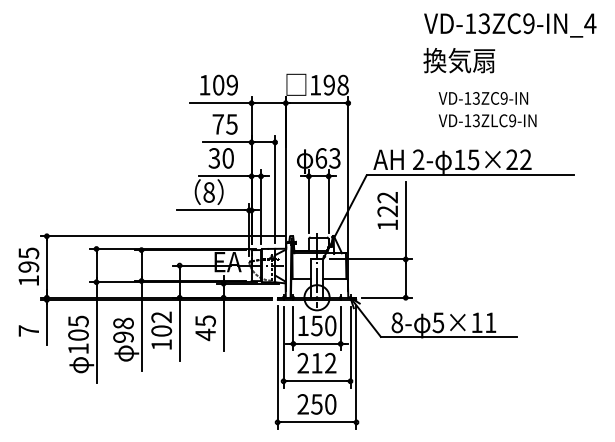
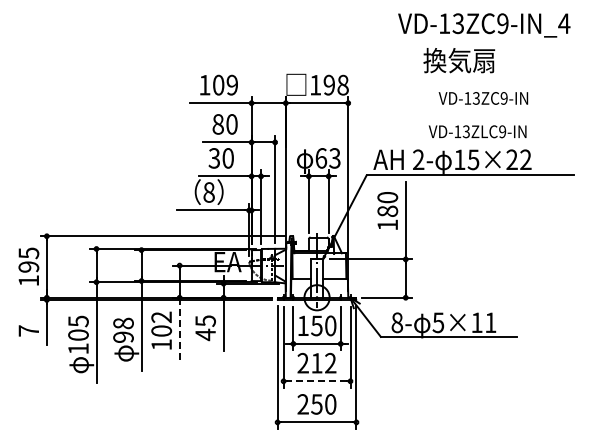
text at (510, 25) position: (510, 25) -> (484, 25)
text at (487, 120) position: (487, 120) -> (477, 131)
text at (224, 124): 75 -> 80
text at (387, 204): 122 -> 180
line at (179, 329): solid -> dashed
line at (317, 381): solid -> dashed
